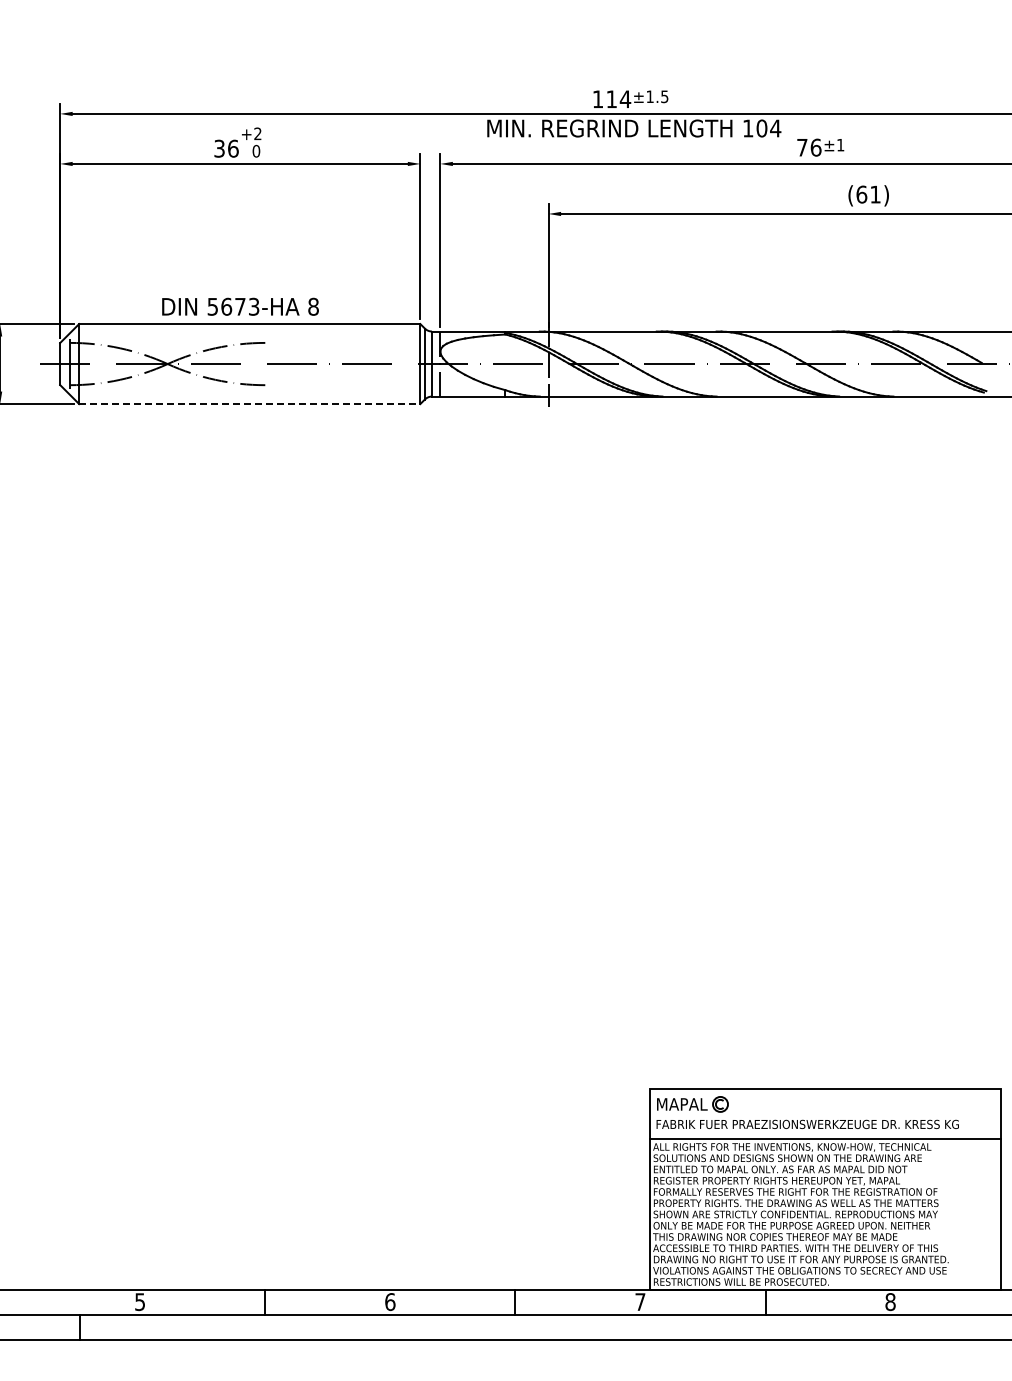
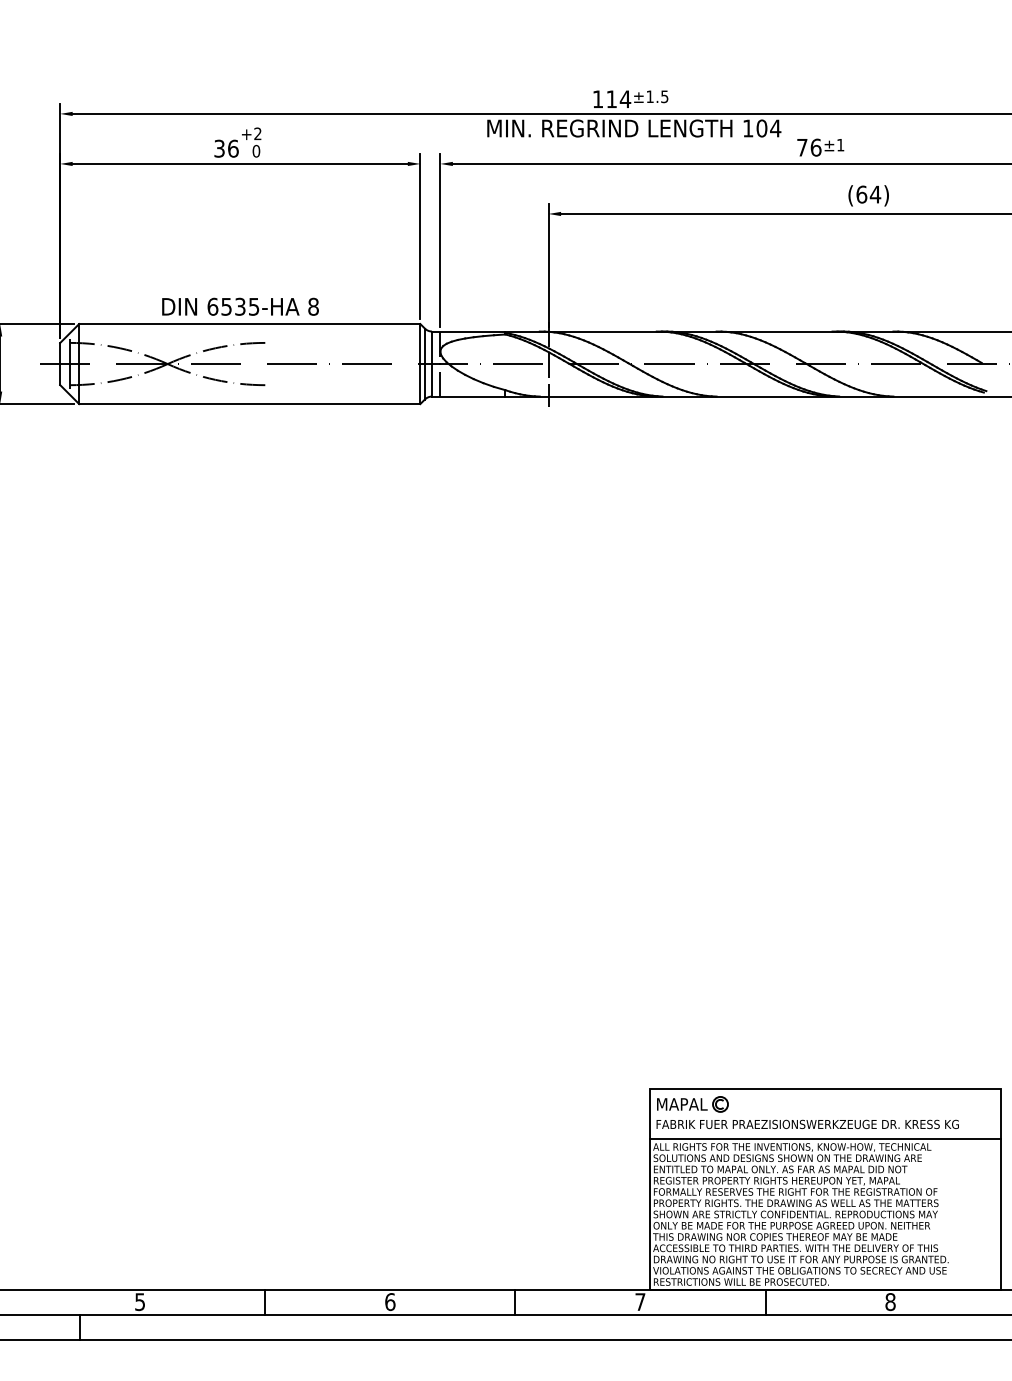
text at (875, 194): (61) -> (64)
text at (233, 306): 5673-HA -> 6535-HA
line at (249, 404): dashed -> solid
